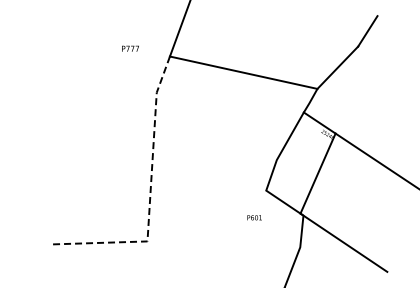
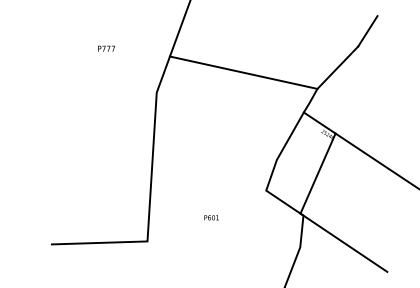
text at (130, 48) position: (130, 48) -> (106, 48)
line at (150, 195): dashed -> solid
text at (254, 217) position: (254, 217) -> (211, 217)
